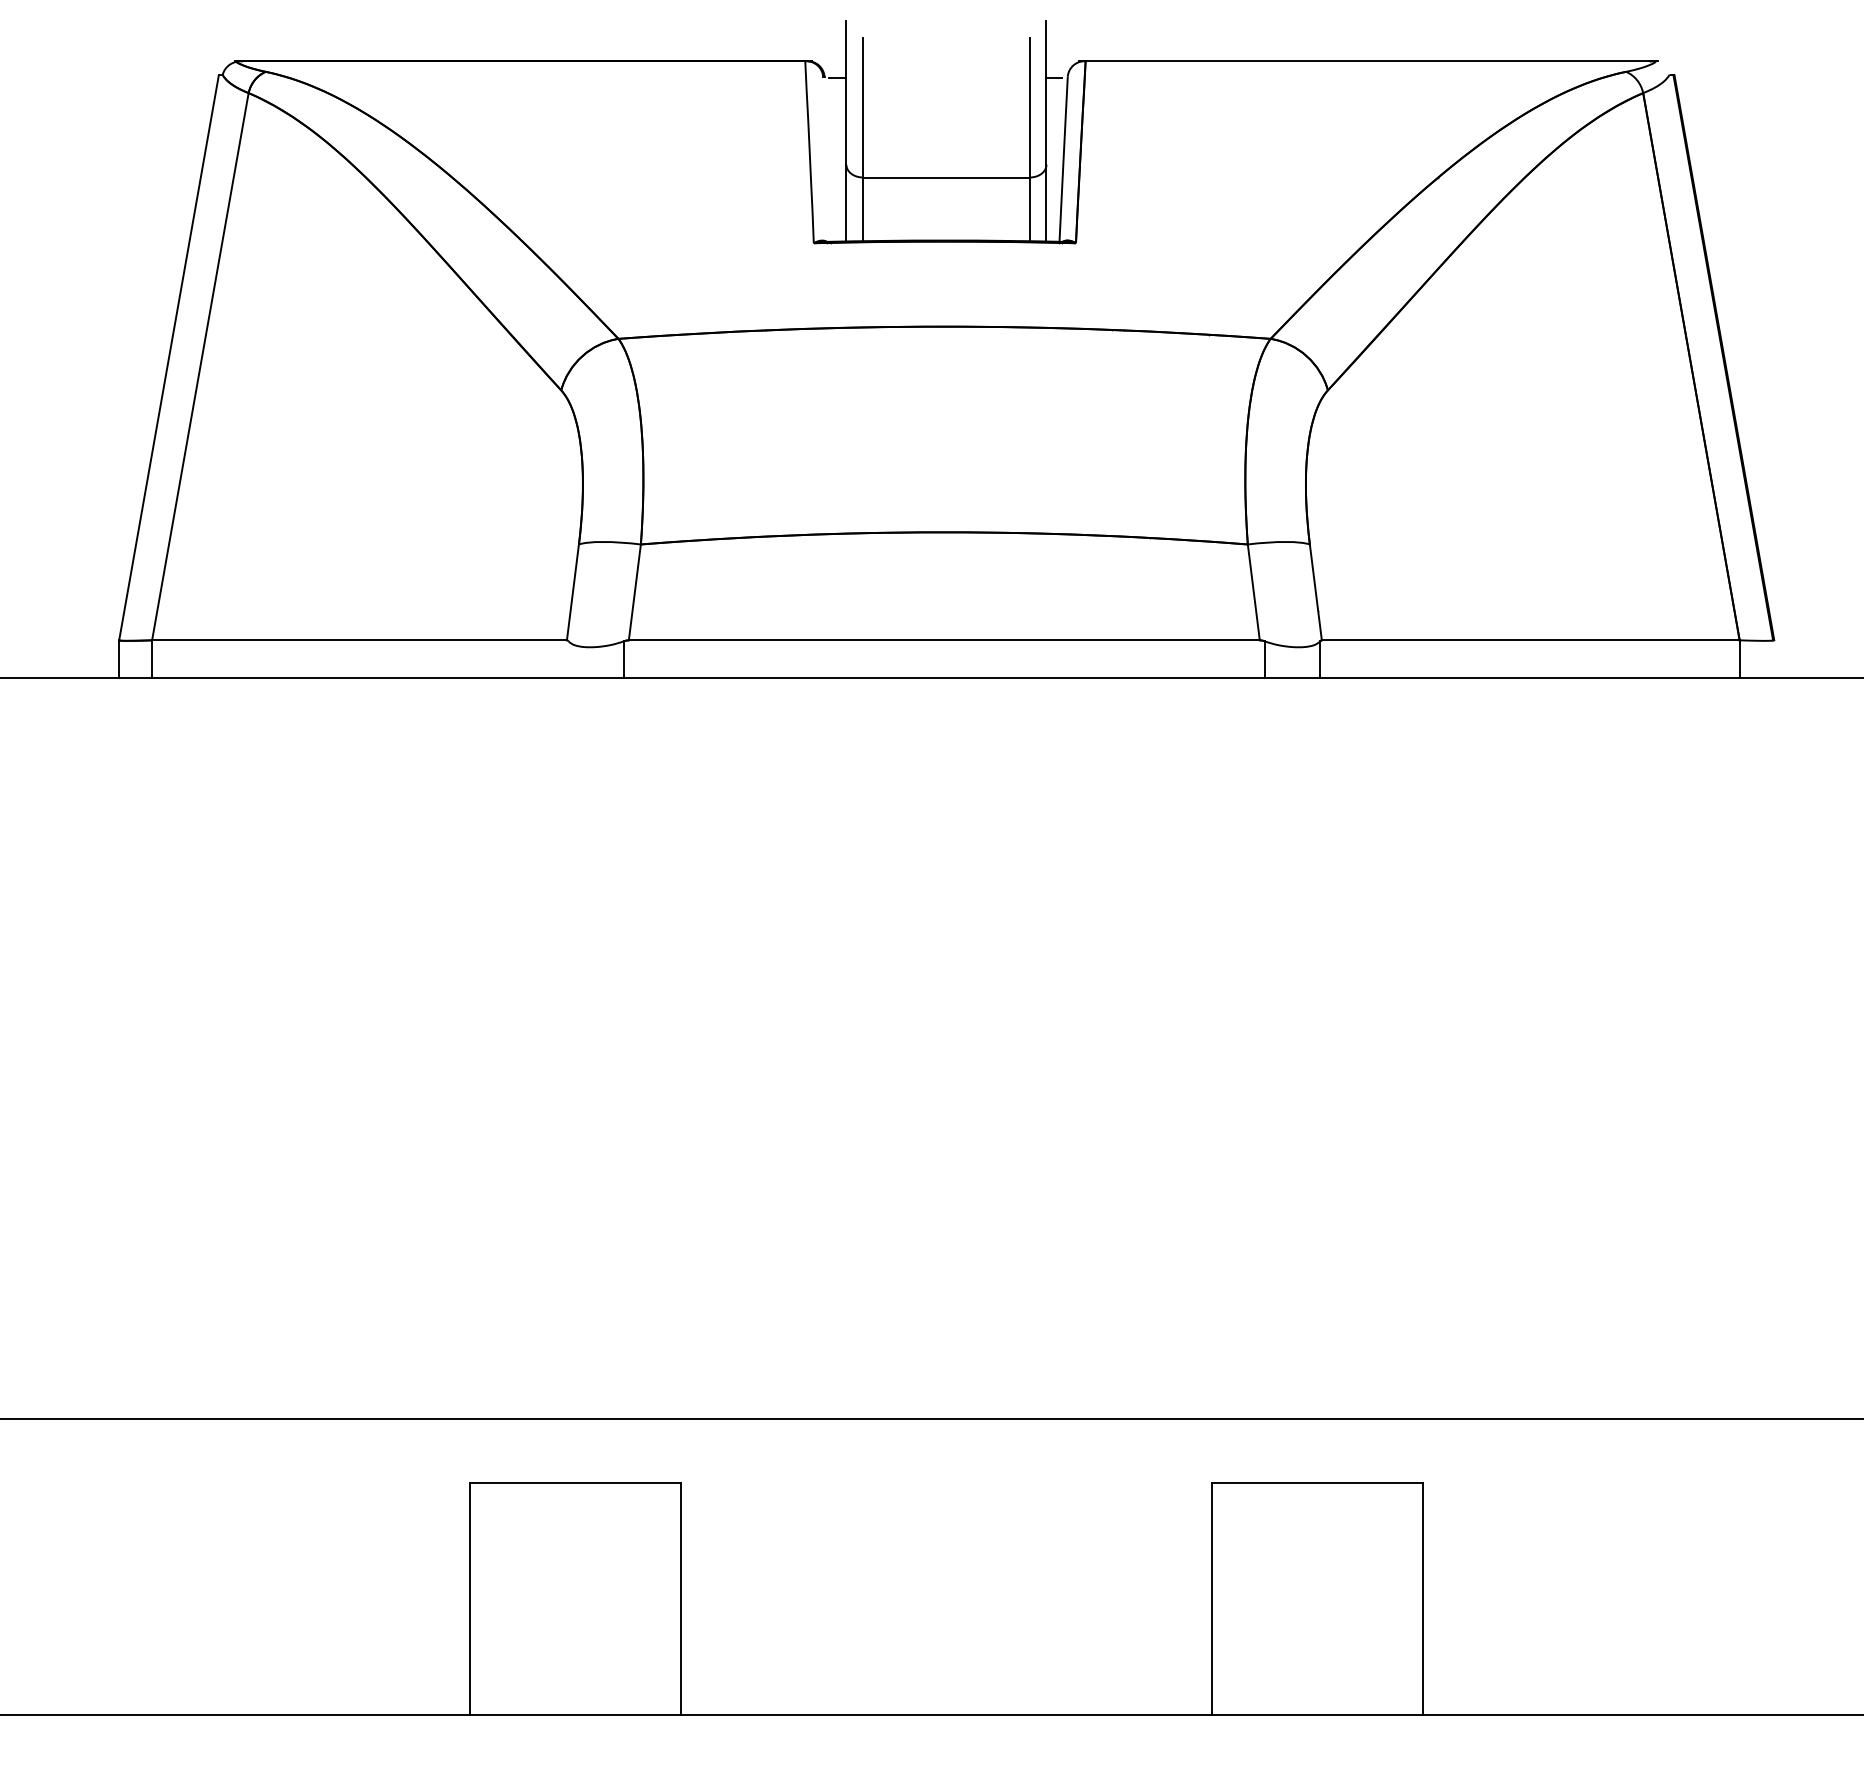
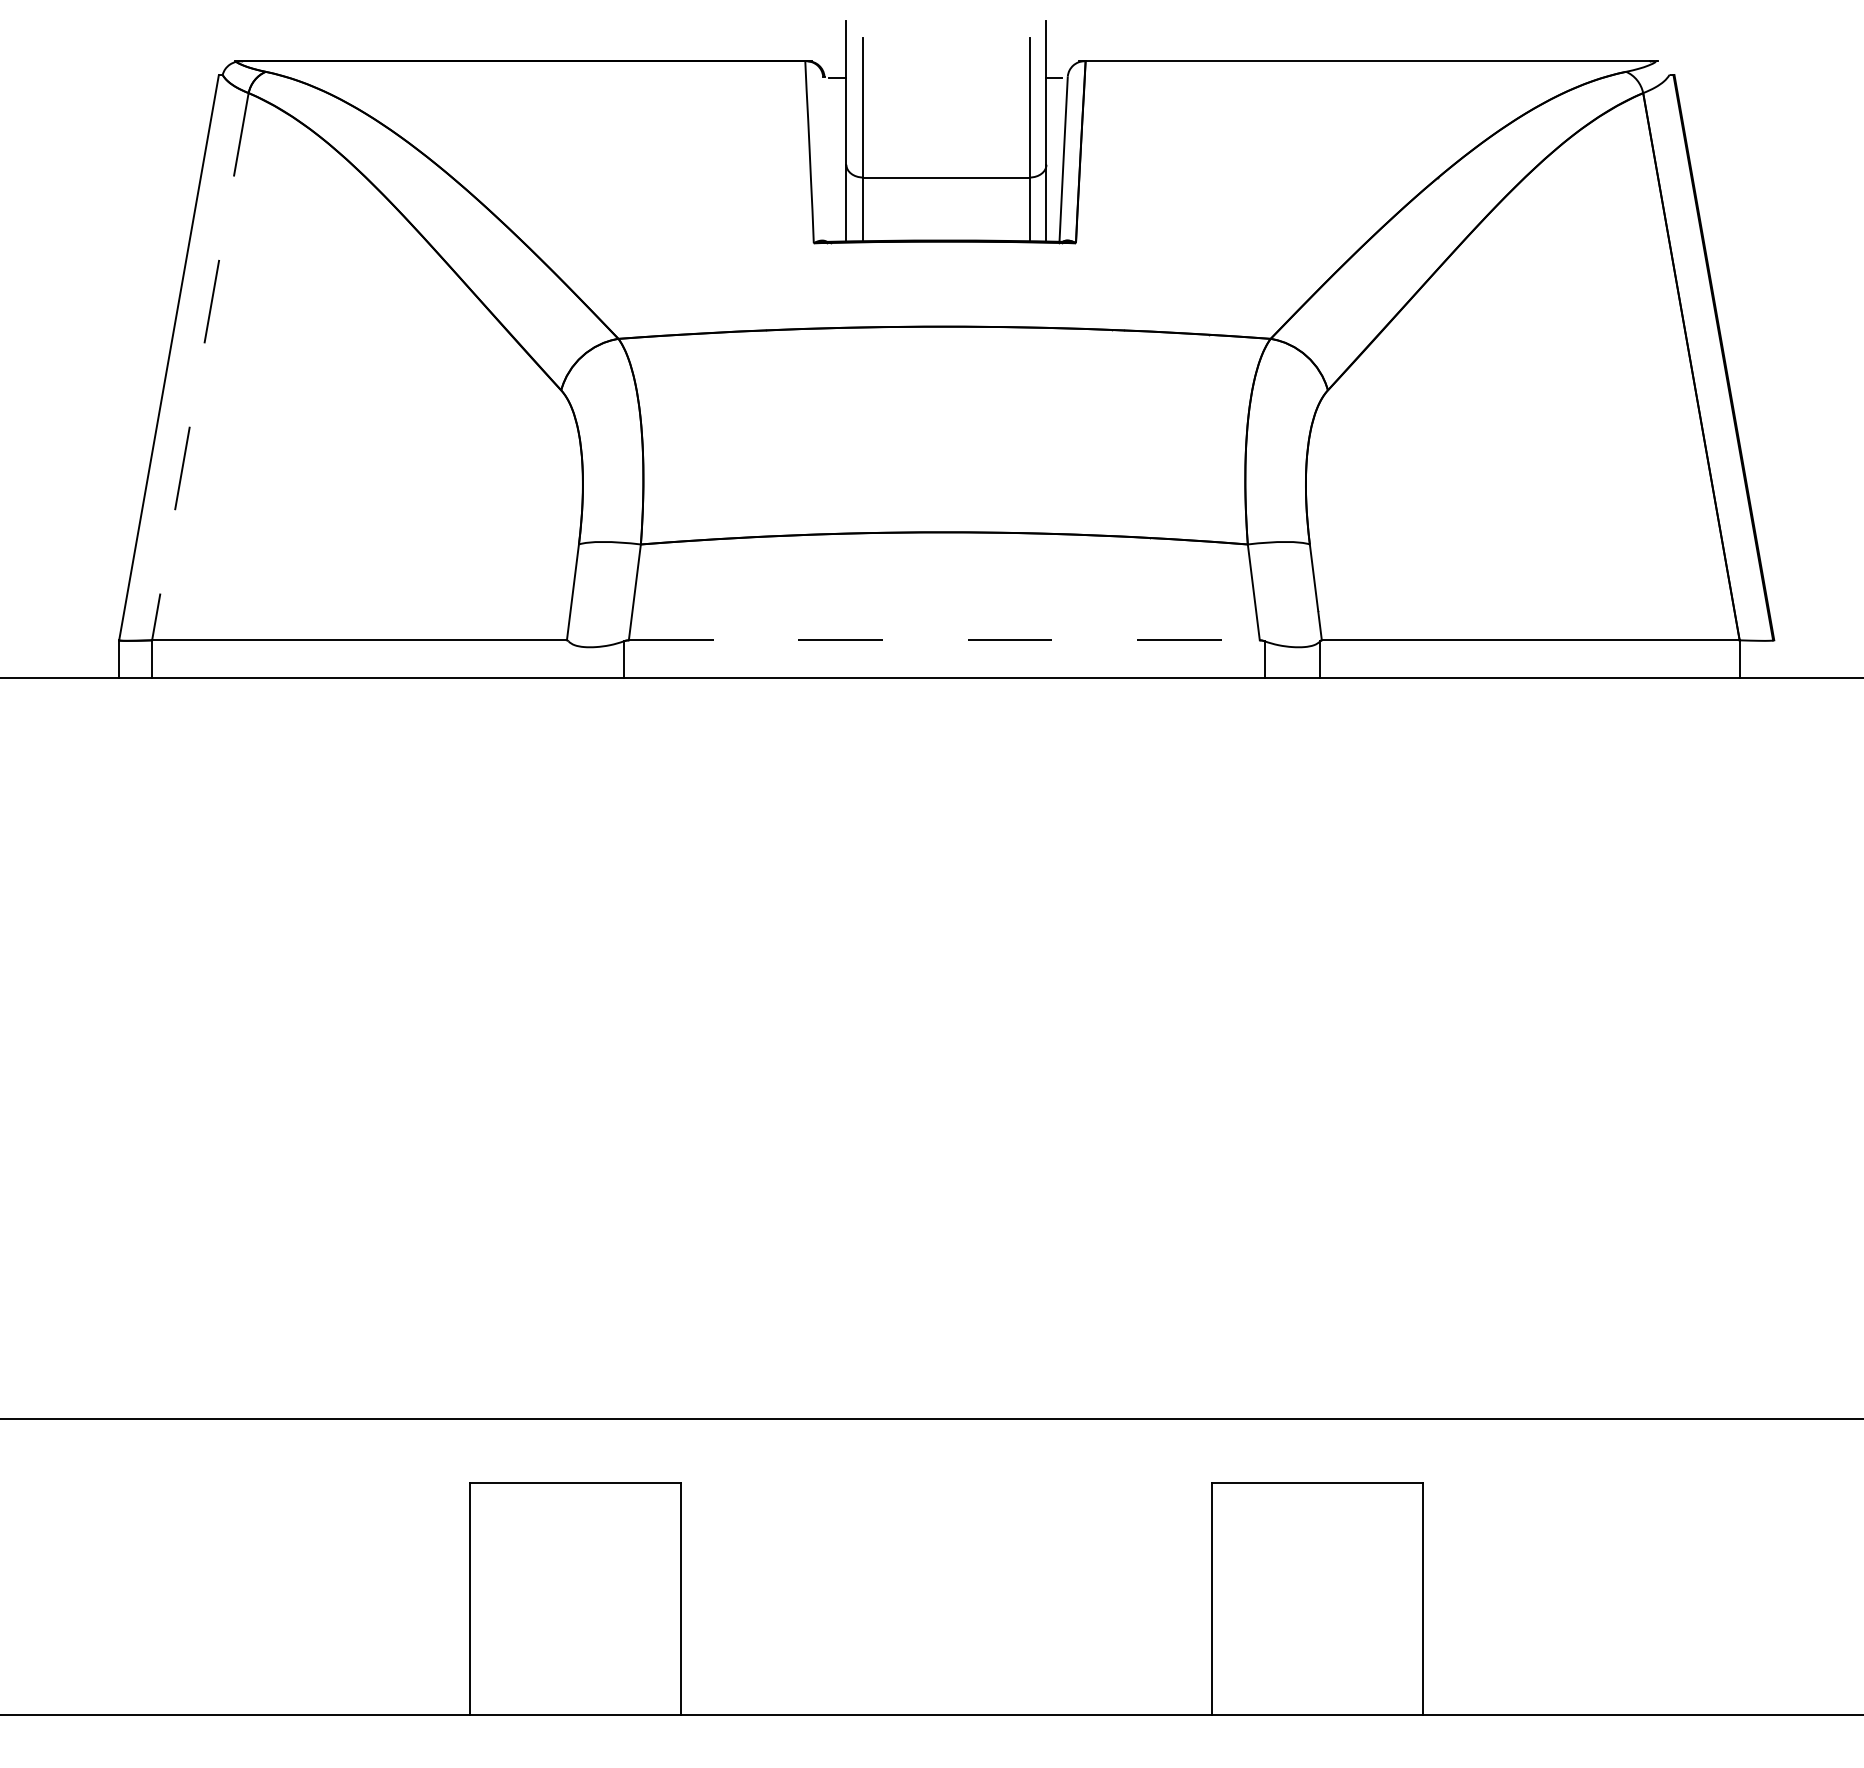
line at (200, 366): solid -> dashed
line at (944, 640): solid -> dashed
